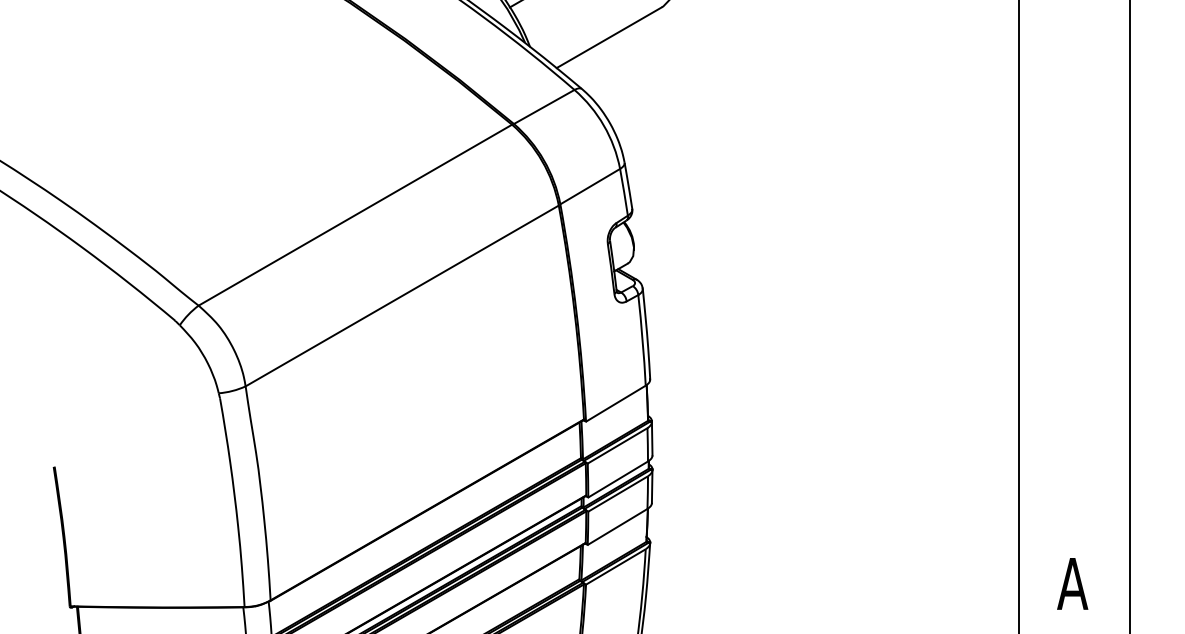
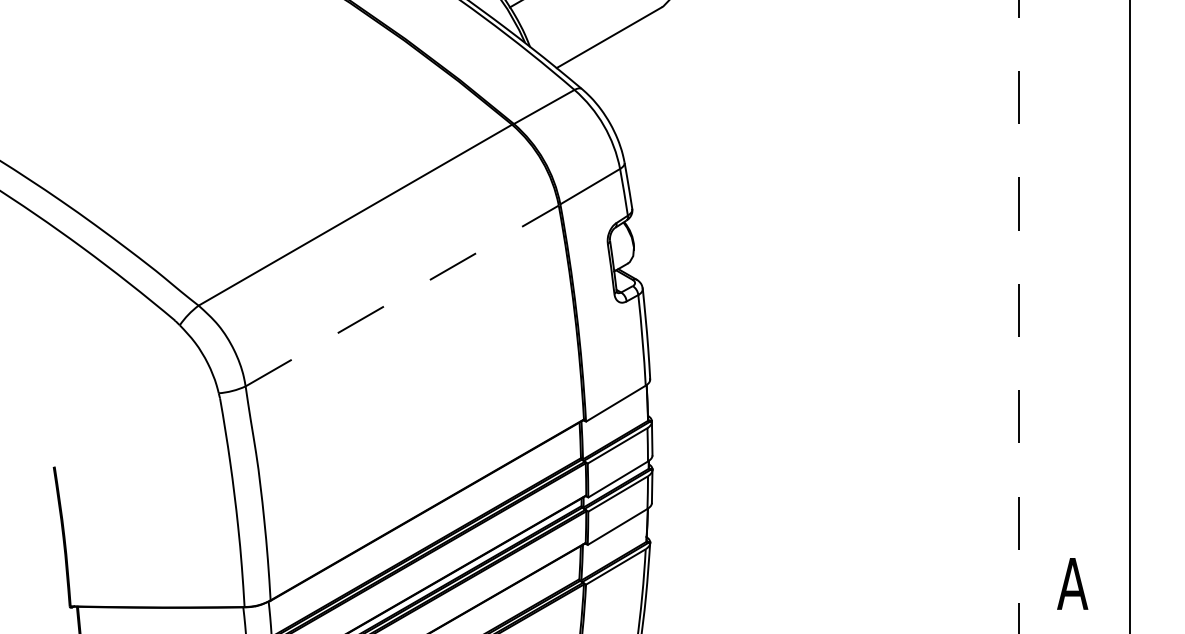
line at (402, 296): solid -> dashed
line at (1018, 317): solid -> dashed
